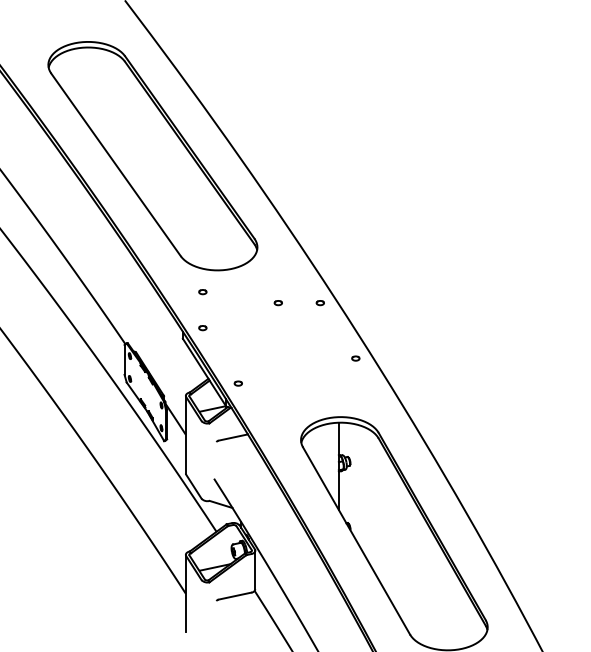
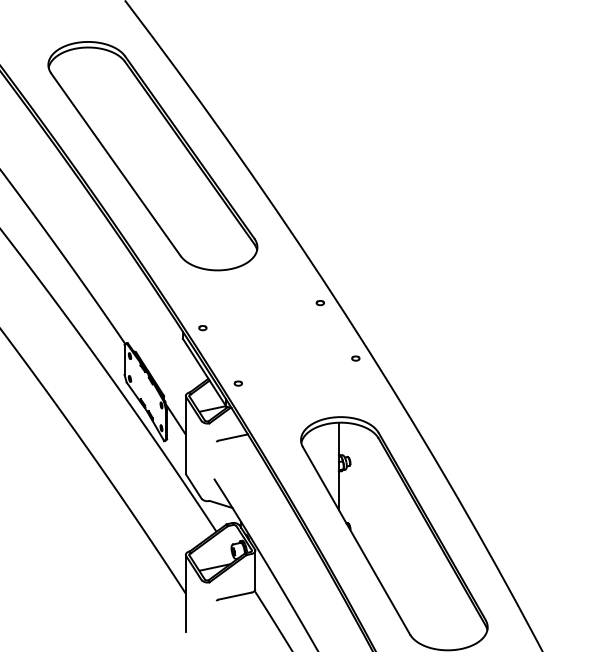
part at (202, 292): present -> none
part at (277, 303): present -> none
